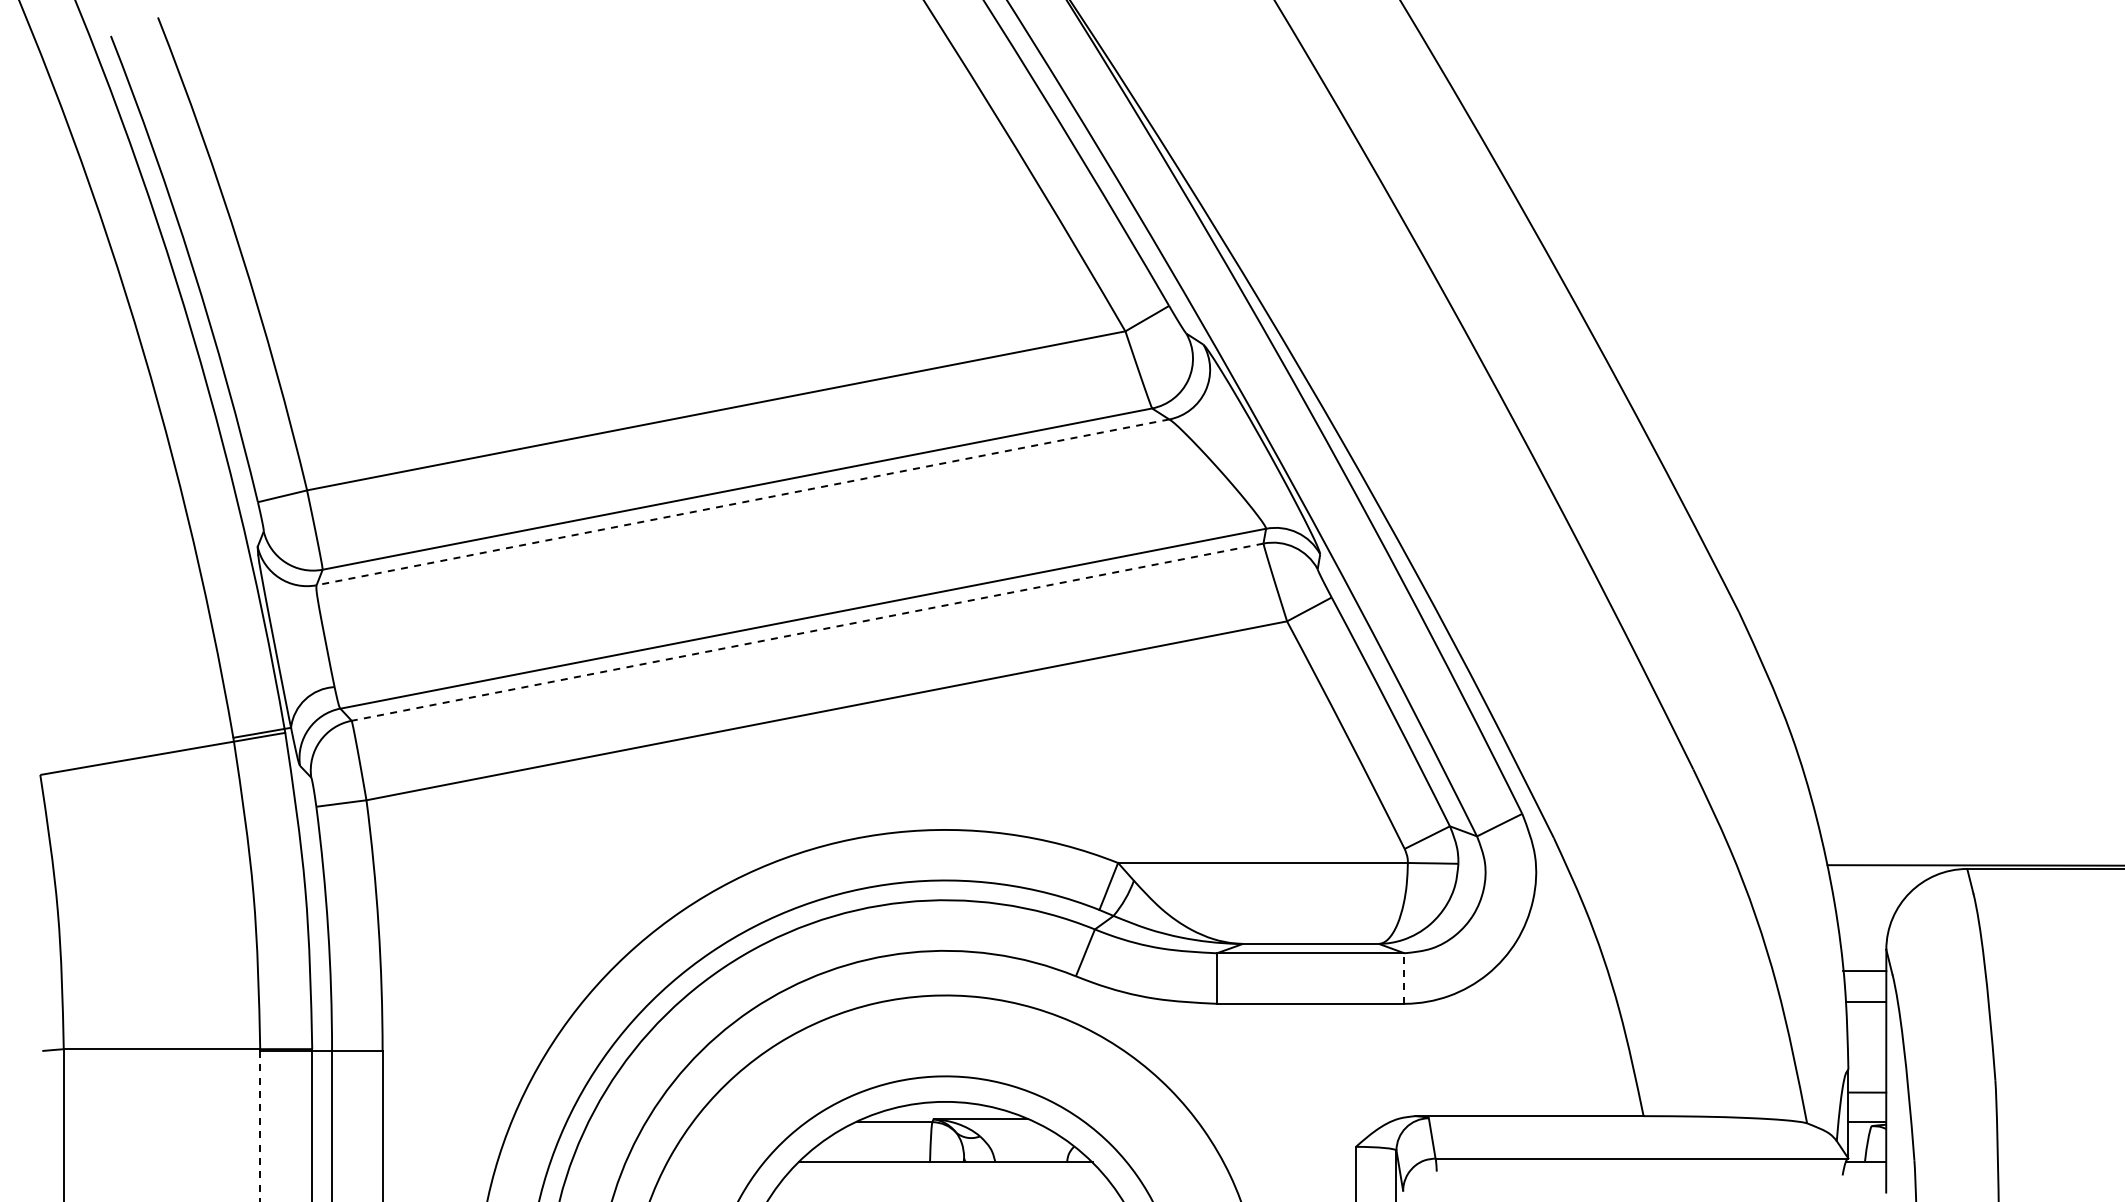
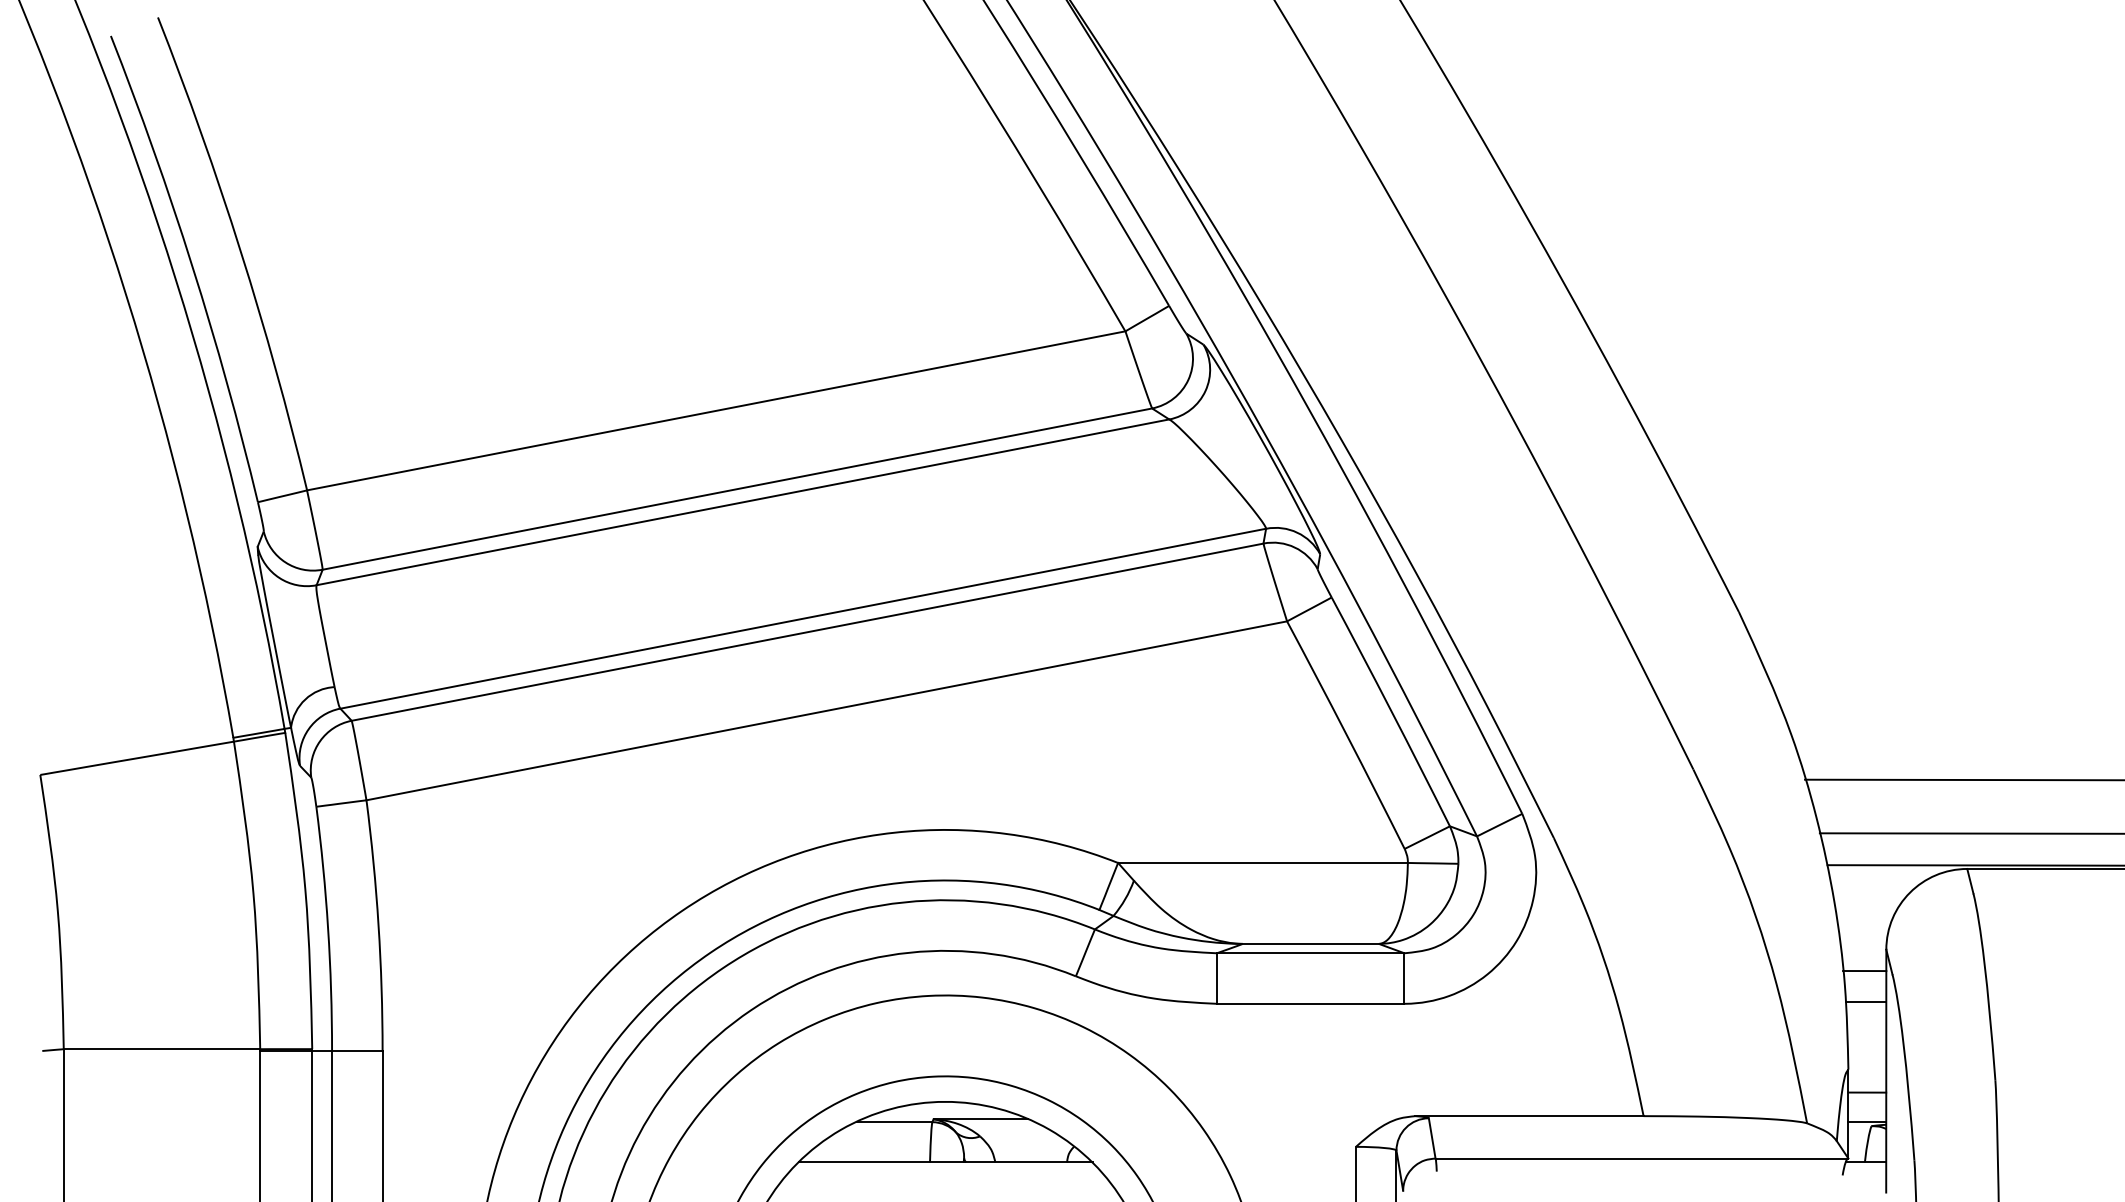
line at (742, 502): dashed -> solid
line at (807, 632): dashed -> solid
line at (1963, 779): none -> present
line at (1970, 833): none -> present
line at (1404, 978): dashed -> solid
line at (260, 1126): dashed -> solid
